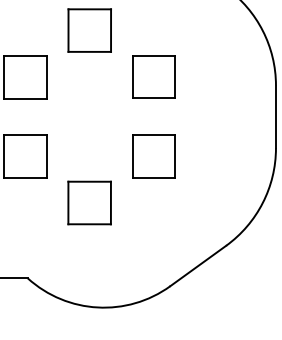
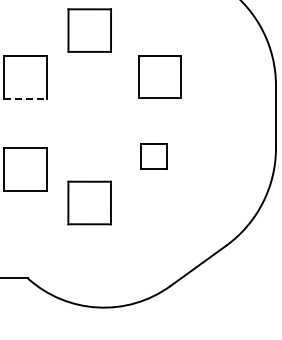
part at (153, 76) position: (153, 76) -> (159, 76)
line at (26, 98): solid -> dashed
part at (25, 156) position: (25, 156) -> (25, 169)
part at (153, 156) size: 44x45 px -> 28x27 px
